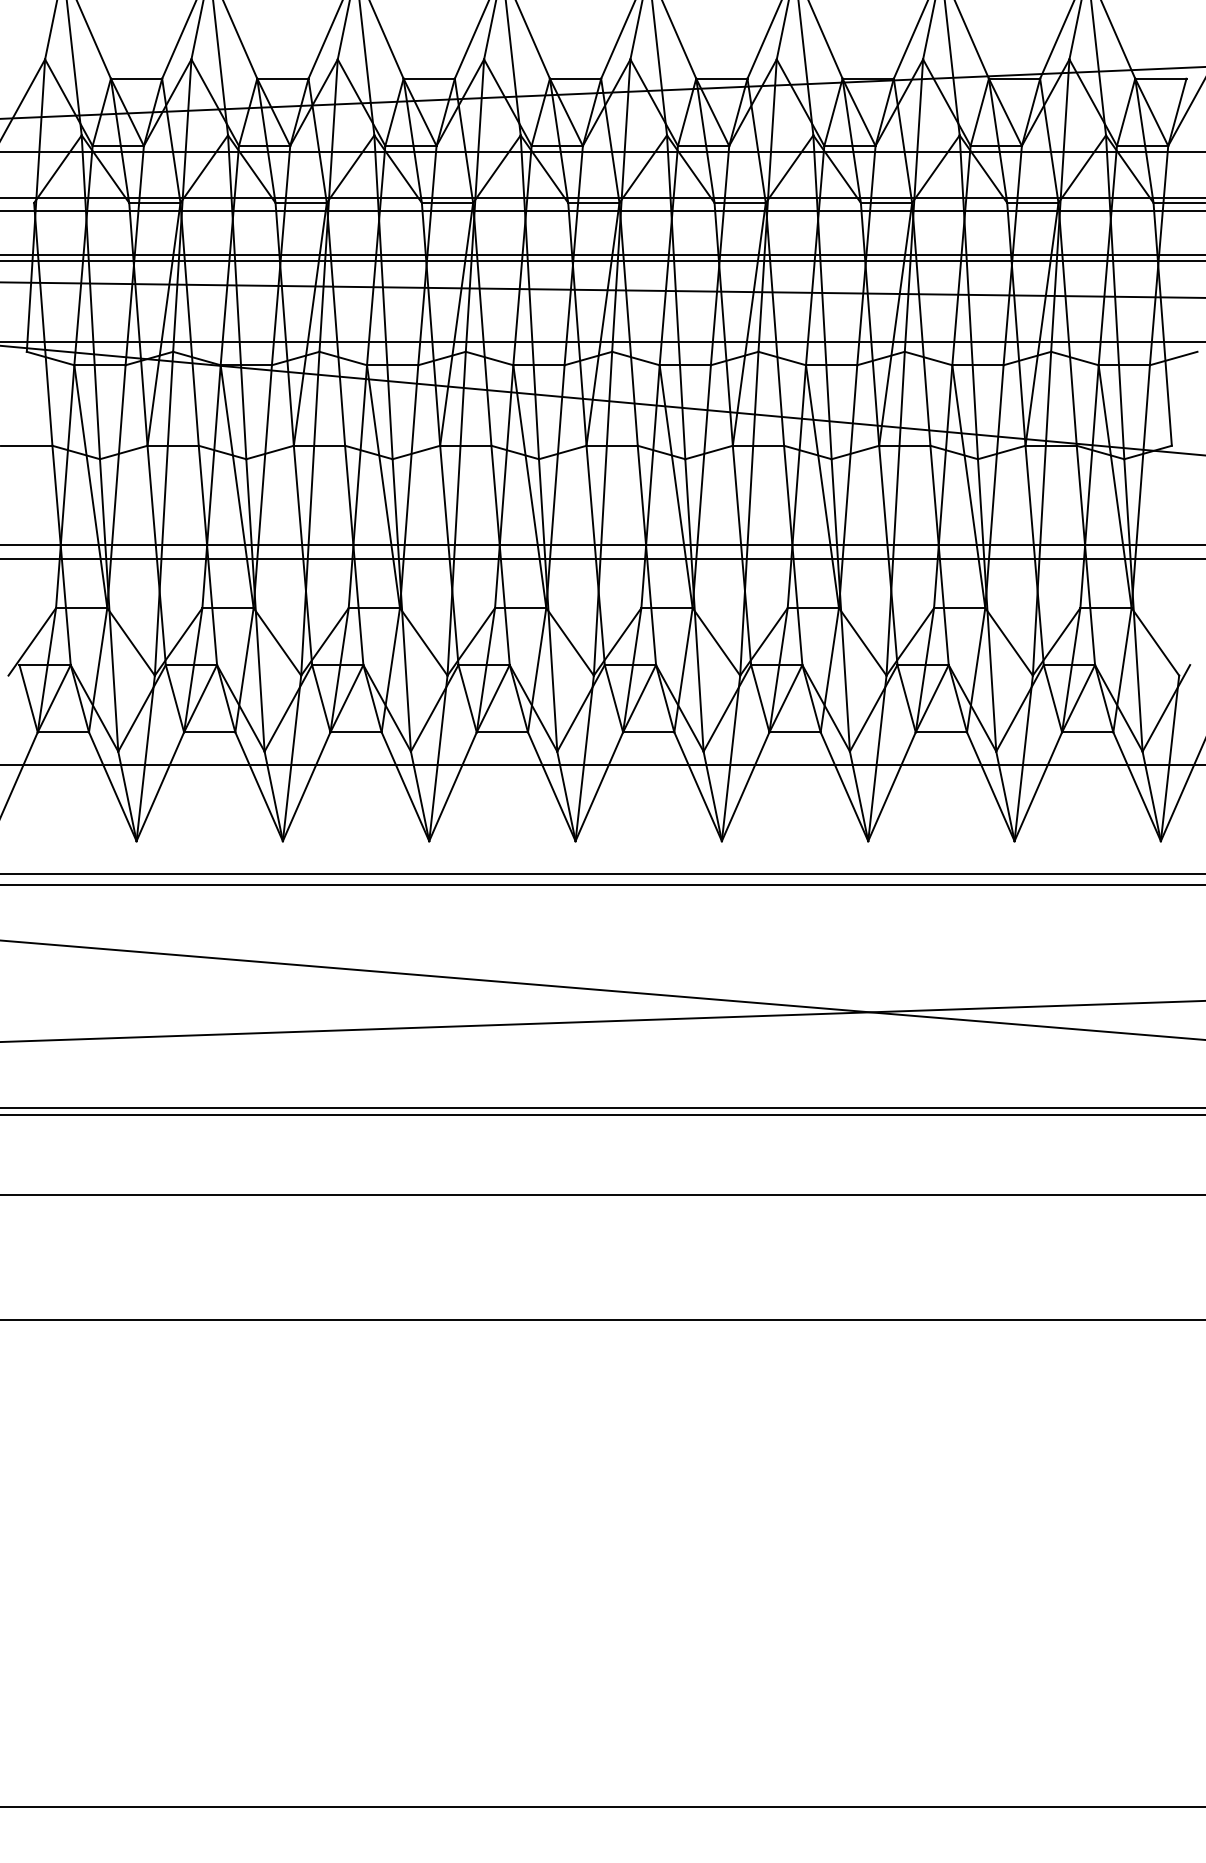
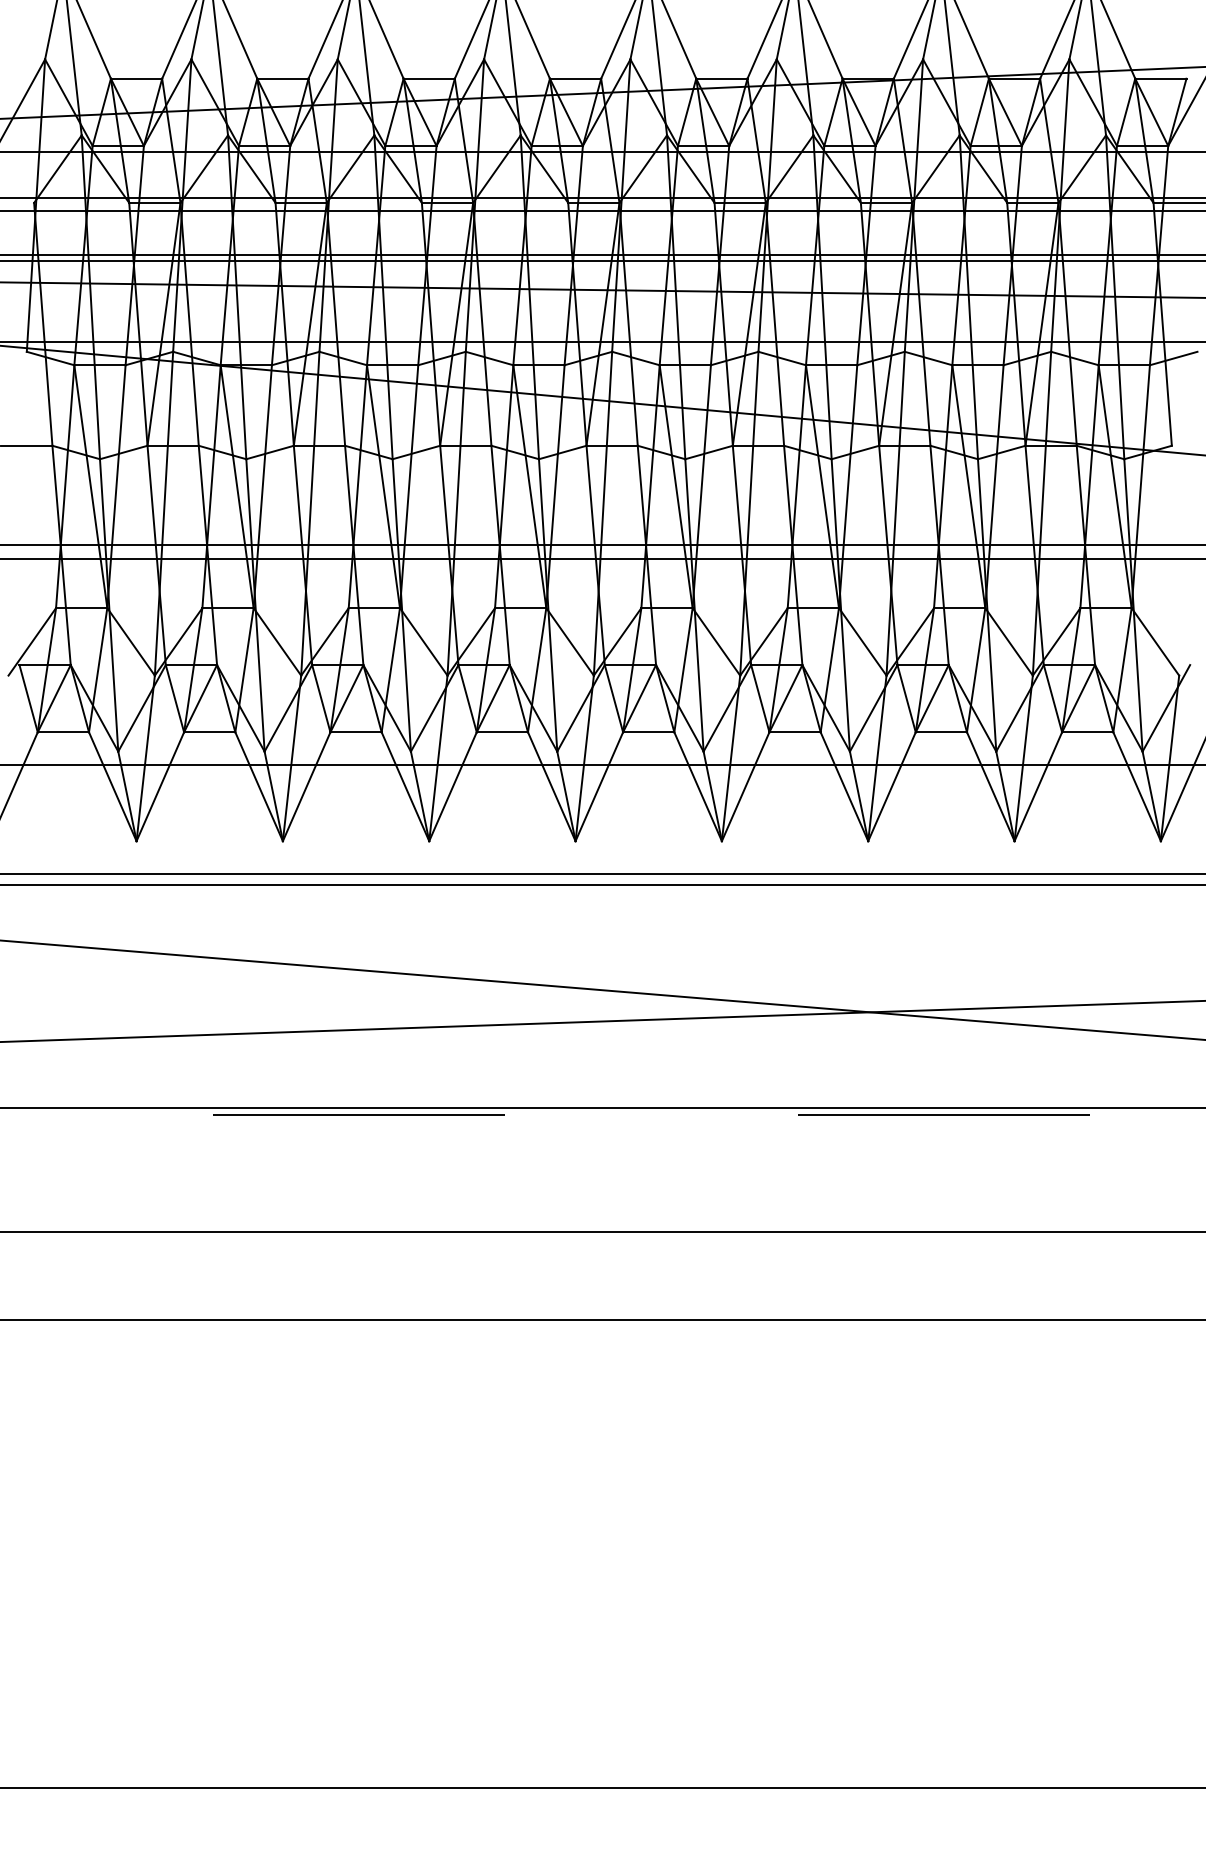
line at (603, 1114): solid -> dashed
line at (602, 1195) position: (602, 1195) -> (602, 1232)
line at (602, 1807) position: (602, 1807) -> (602, 1788)
